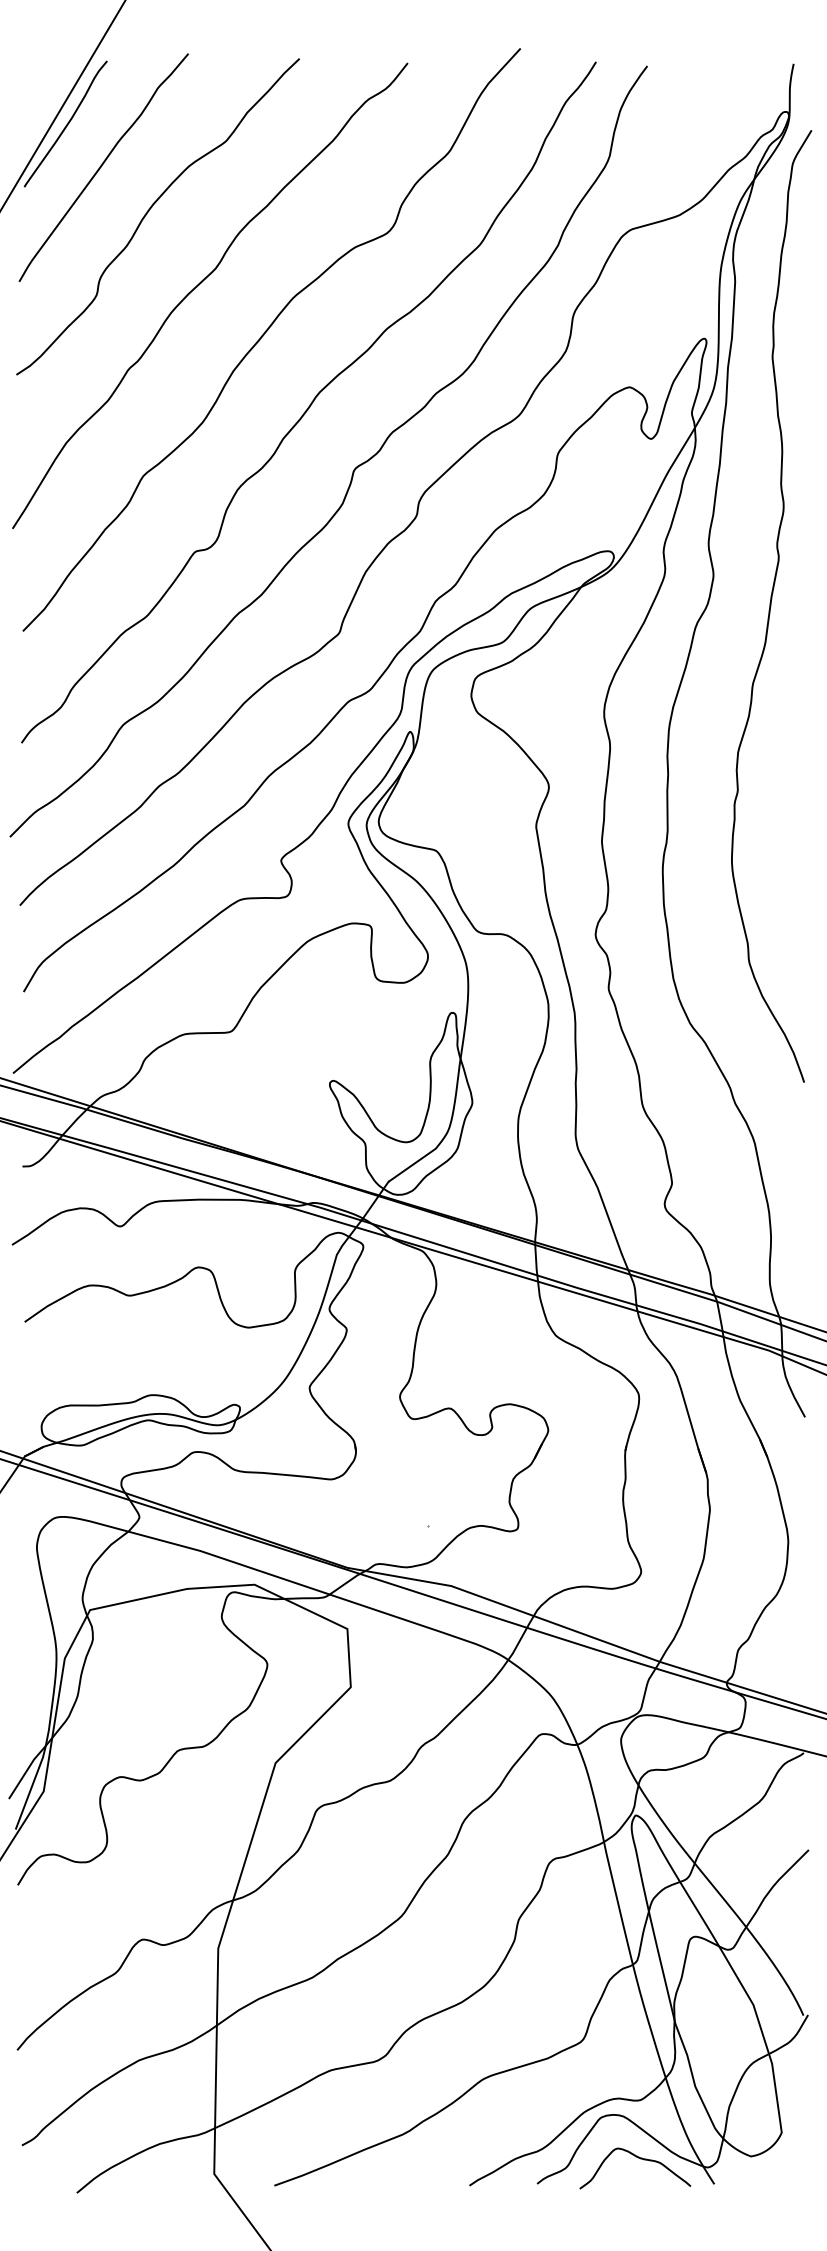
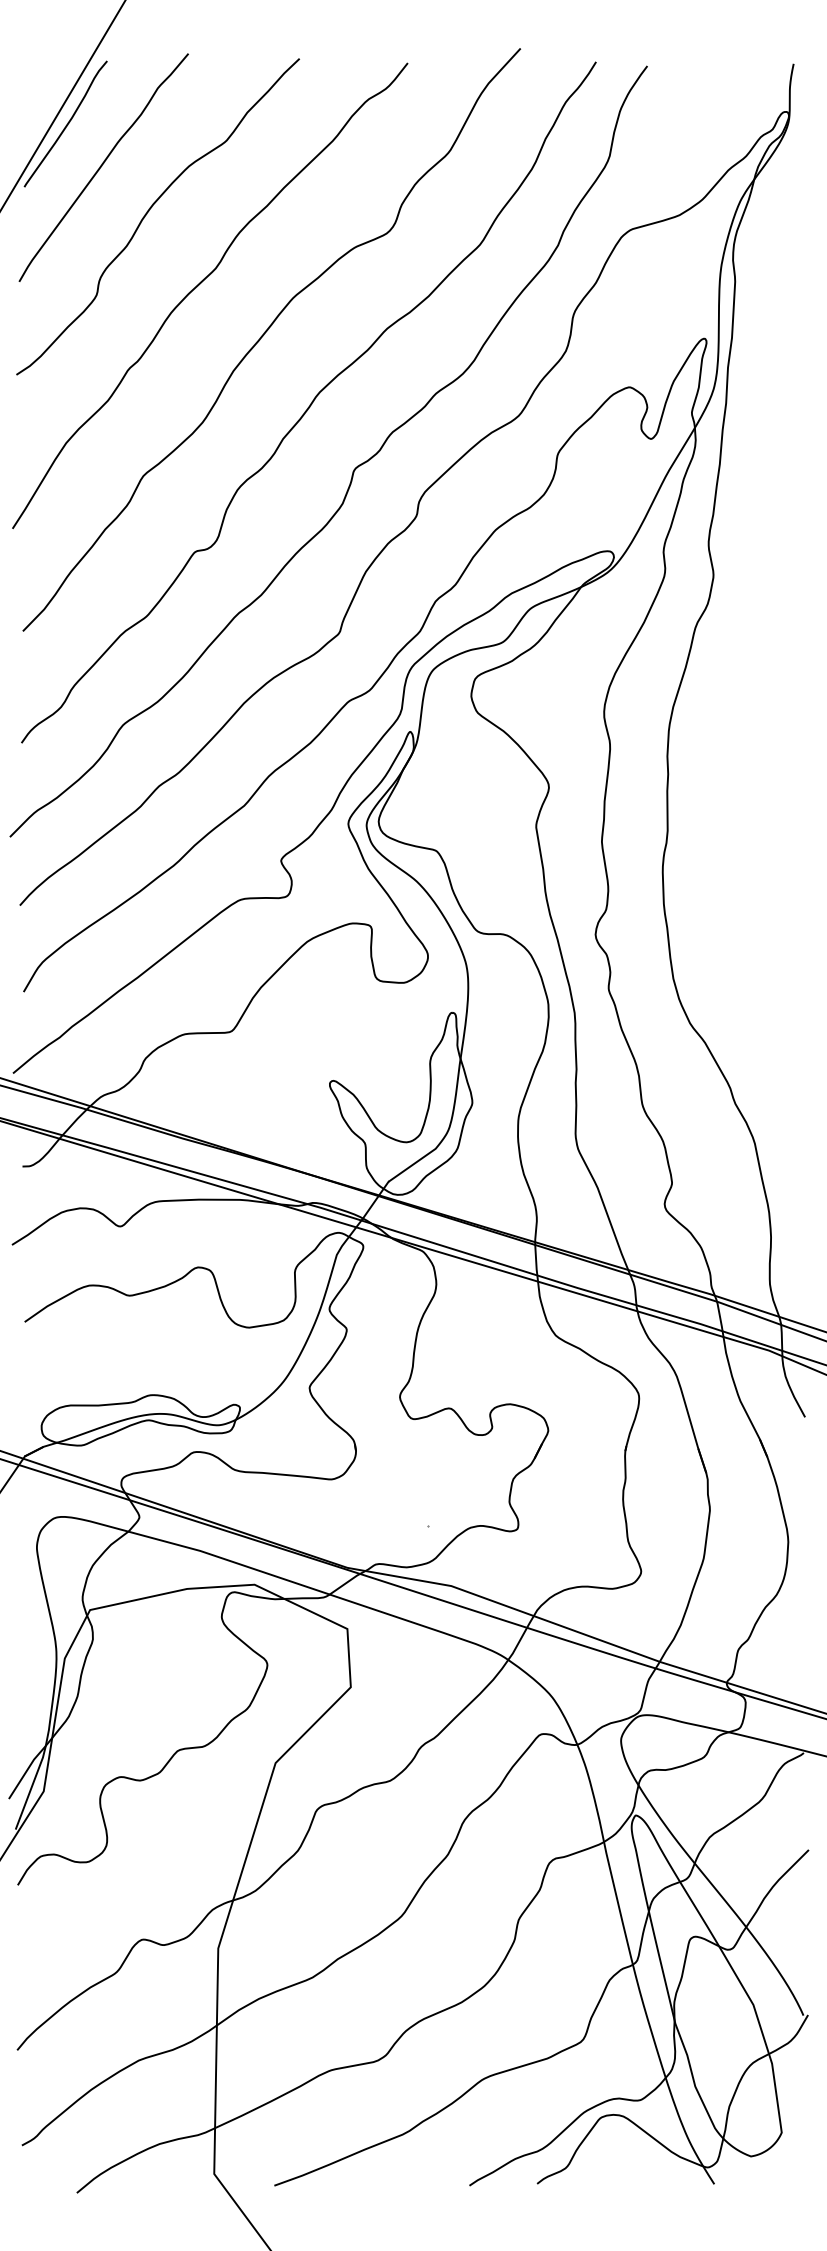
curve at (771, 606): present -> none
curve at (640, 2159): present -> none
